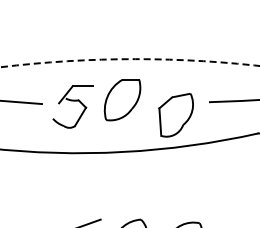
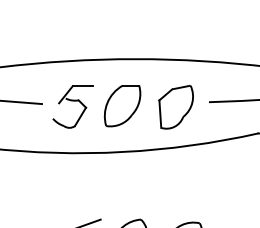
arc at (130, 59): dashed -> solid
part at (122, 100) position: (122, 100) -> (122, 106)
part at (175, 115) position: (175, 115) -> (175, 107)
